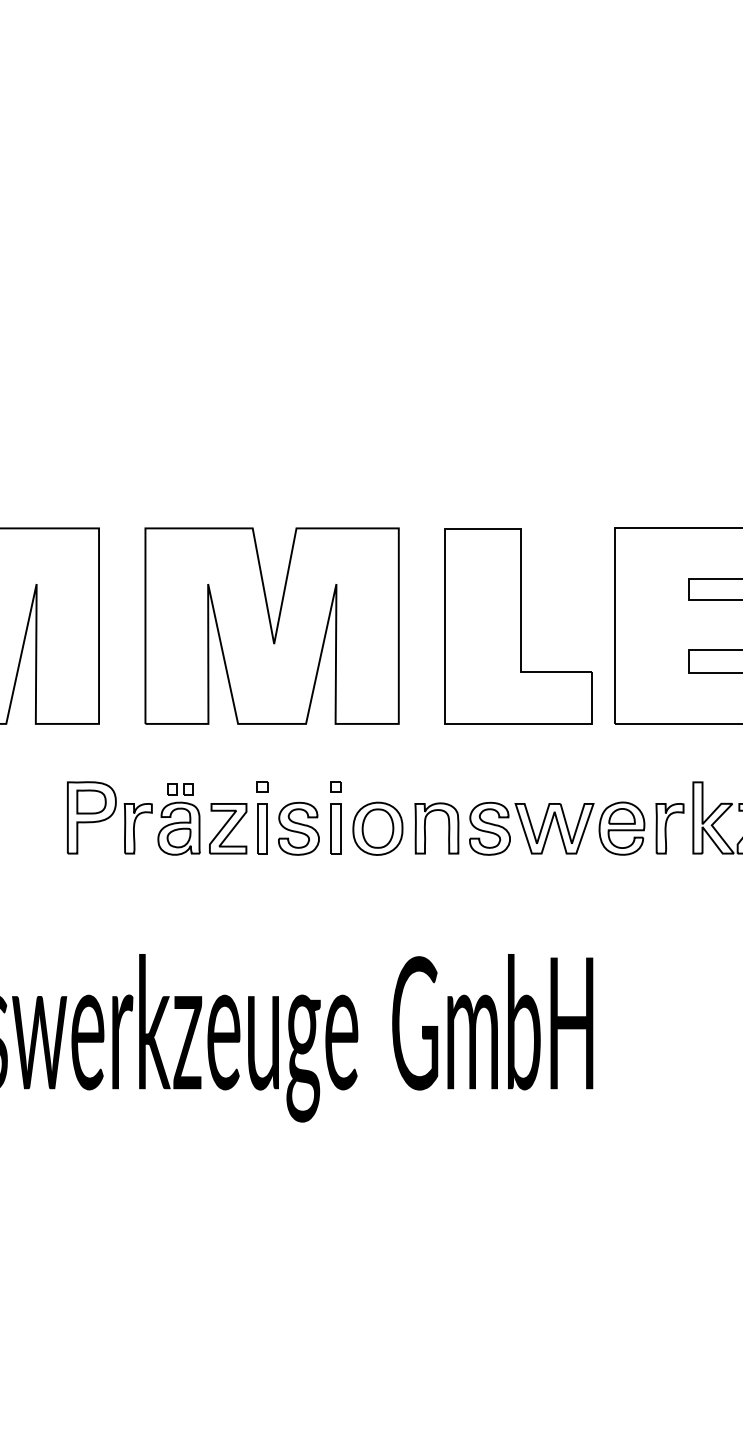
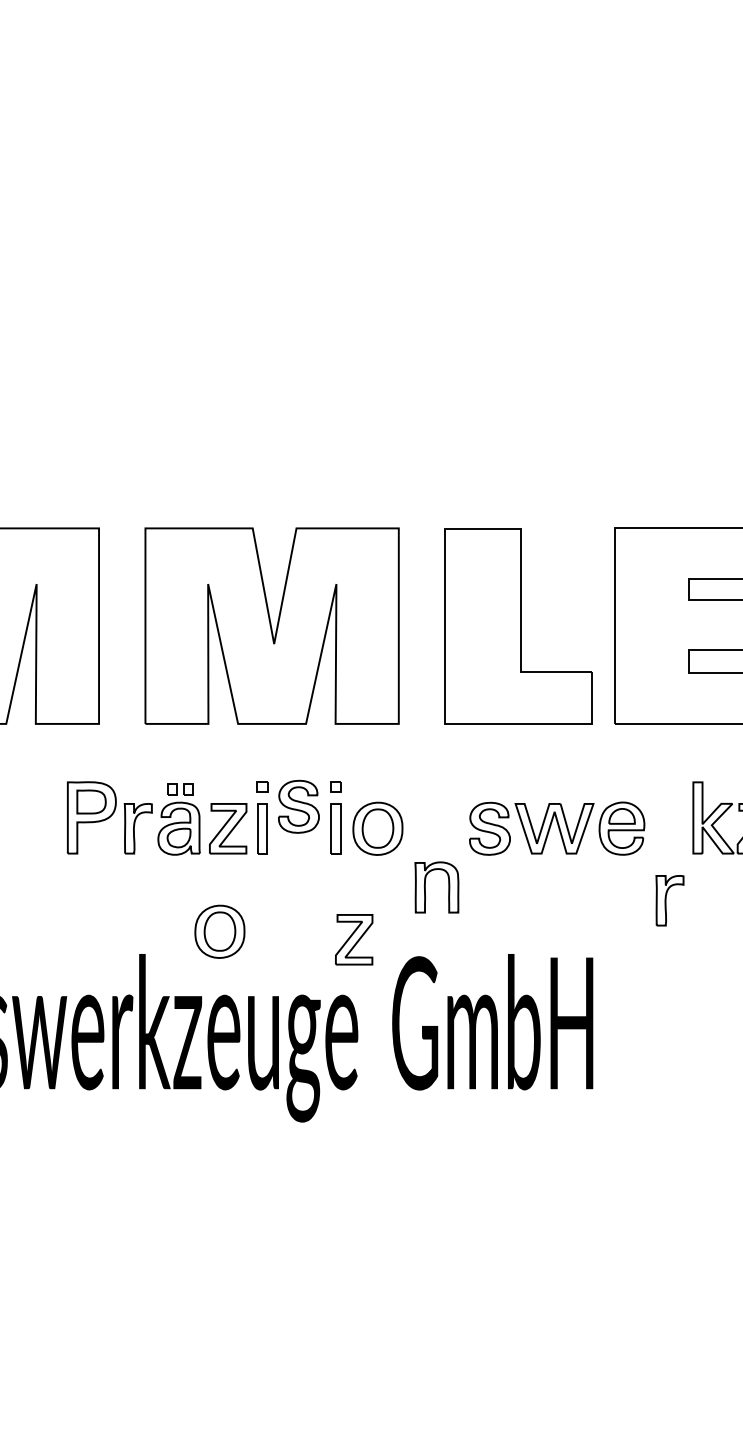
part at (298, 828) position: (298, 828) -> (298, 806)
part at (425, 828) position: (425, 828) -> (425, 887)
part at (669, 828) position: (669, 828) -> (669, 900)
part at (219, 931): none -> present
part at (354, 939): none -> present
